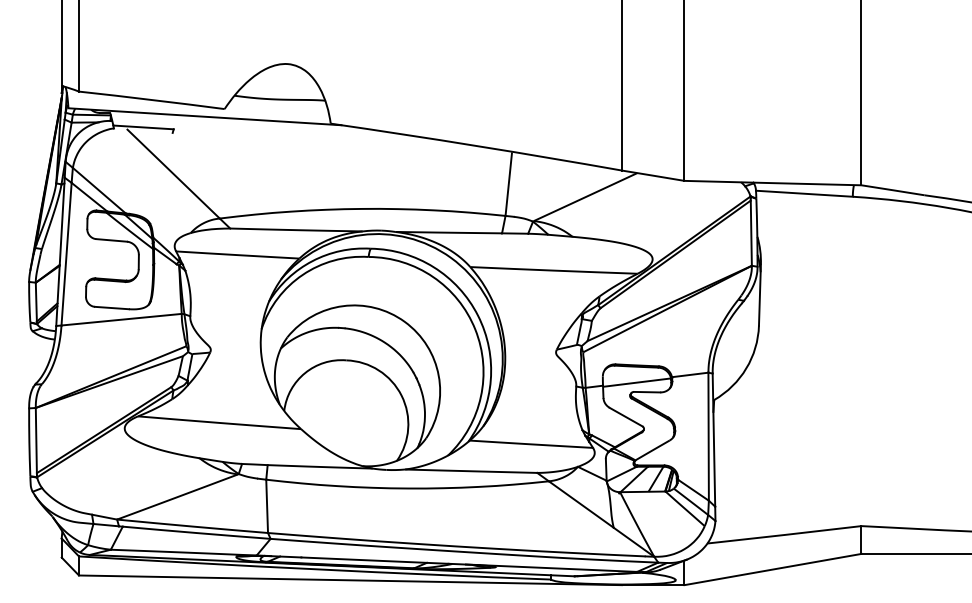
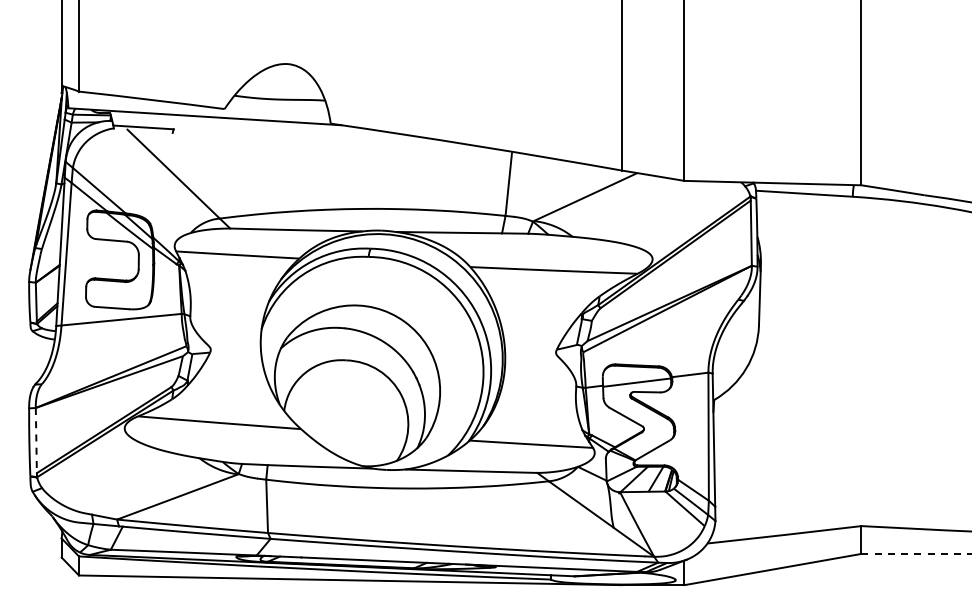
line at (36, 440): solid -> dashed
line at (916, 553): solid -> dashed
